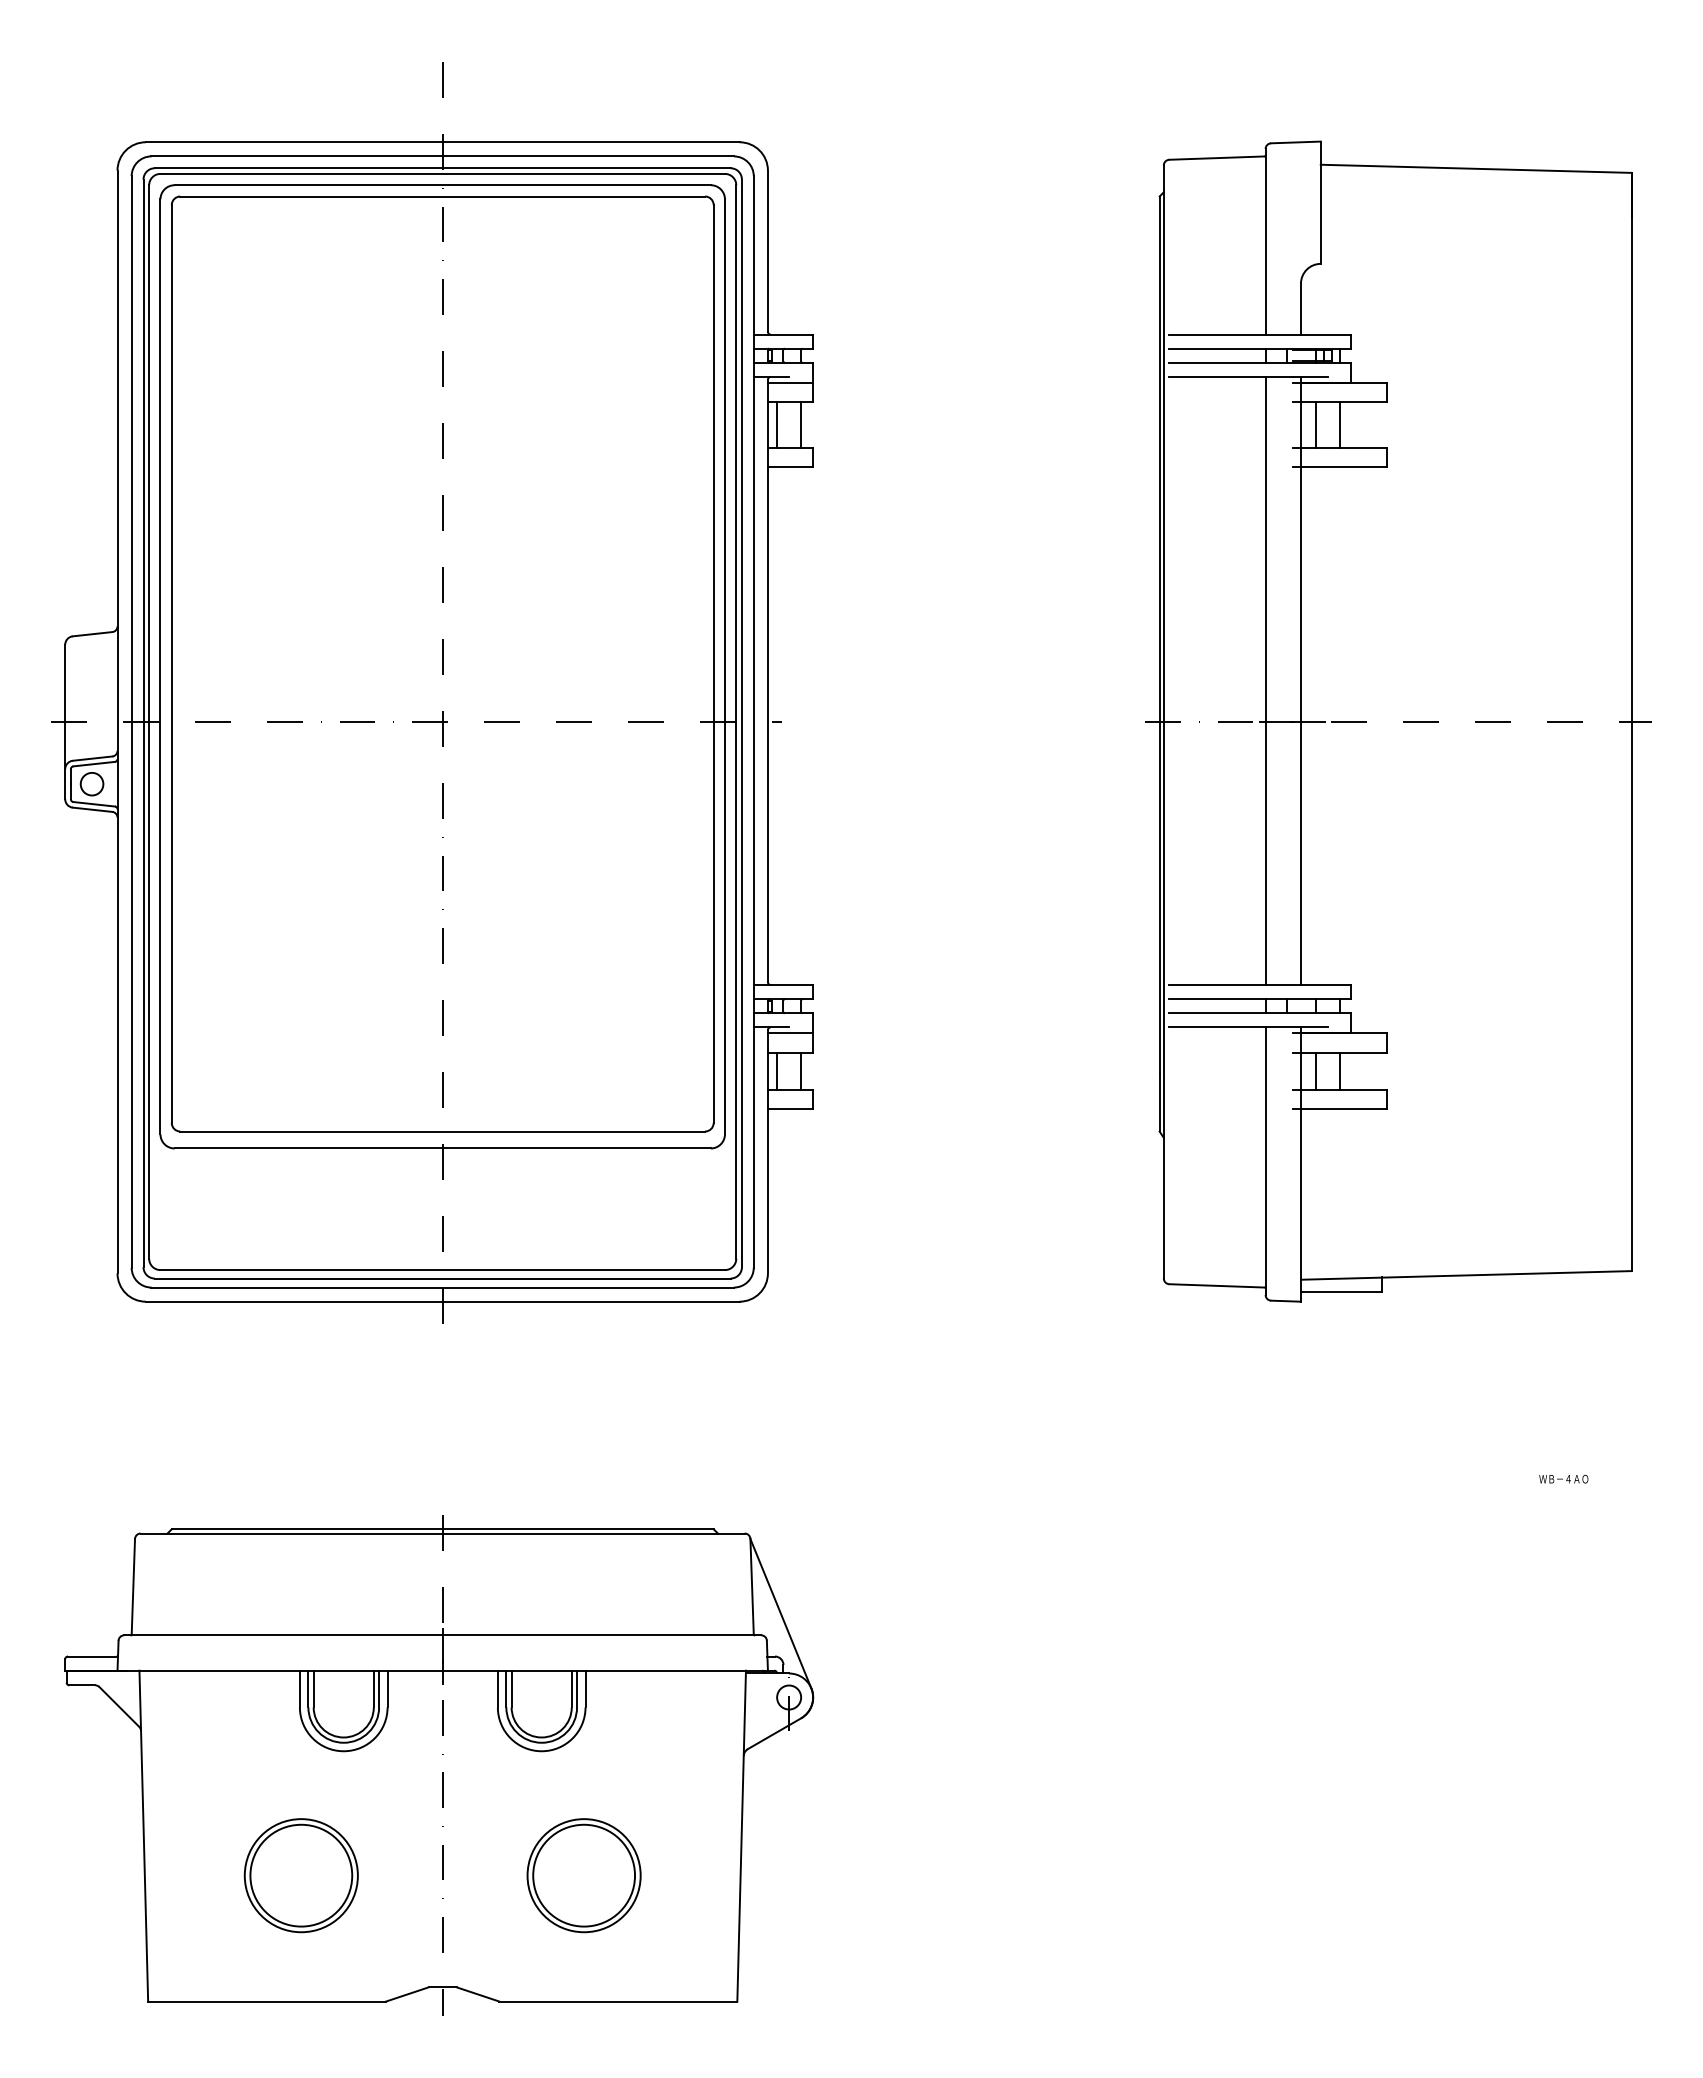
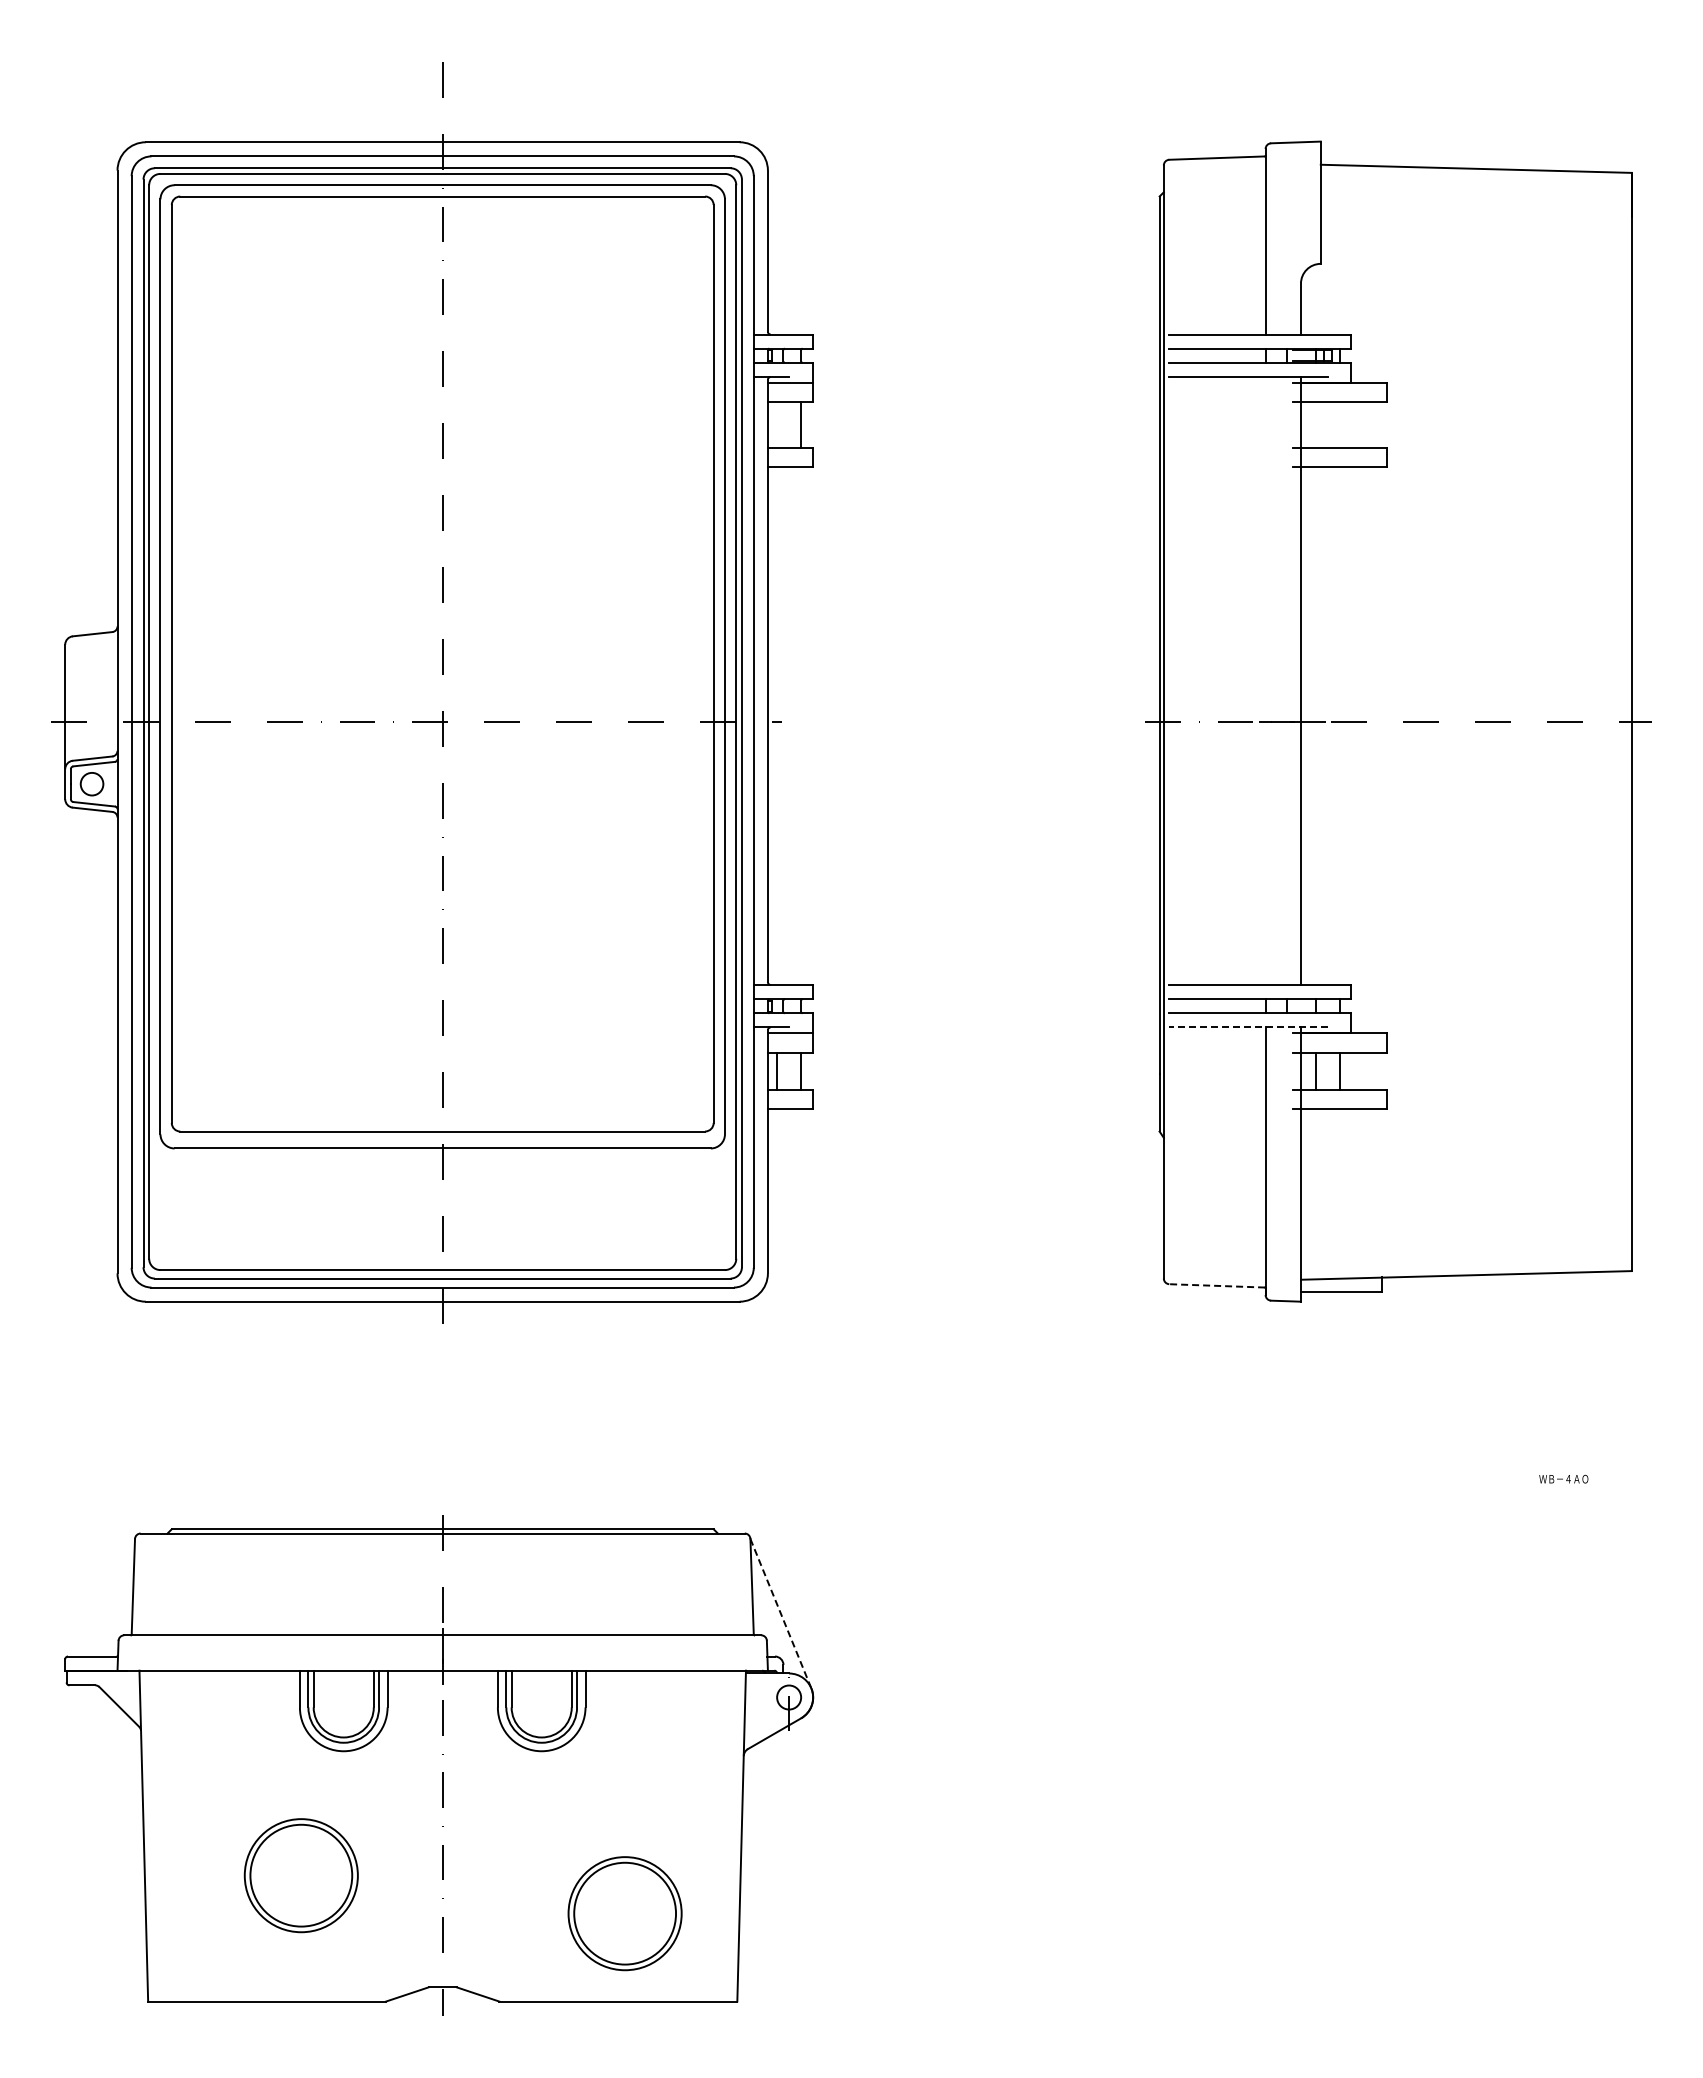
line at (777, 424): present -> none
line at (1315, 424): present -> none
line at (1339, 424): present -> none
line at (1265, 680): present -> none
line at (1248, 1027): solid -> dashed
line at (1217, 1285): solid -> dashed
line at (780, 1613): solid -> dashed
part at (583, 1875) position: (583, 1875) -> (624, 1913)
